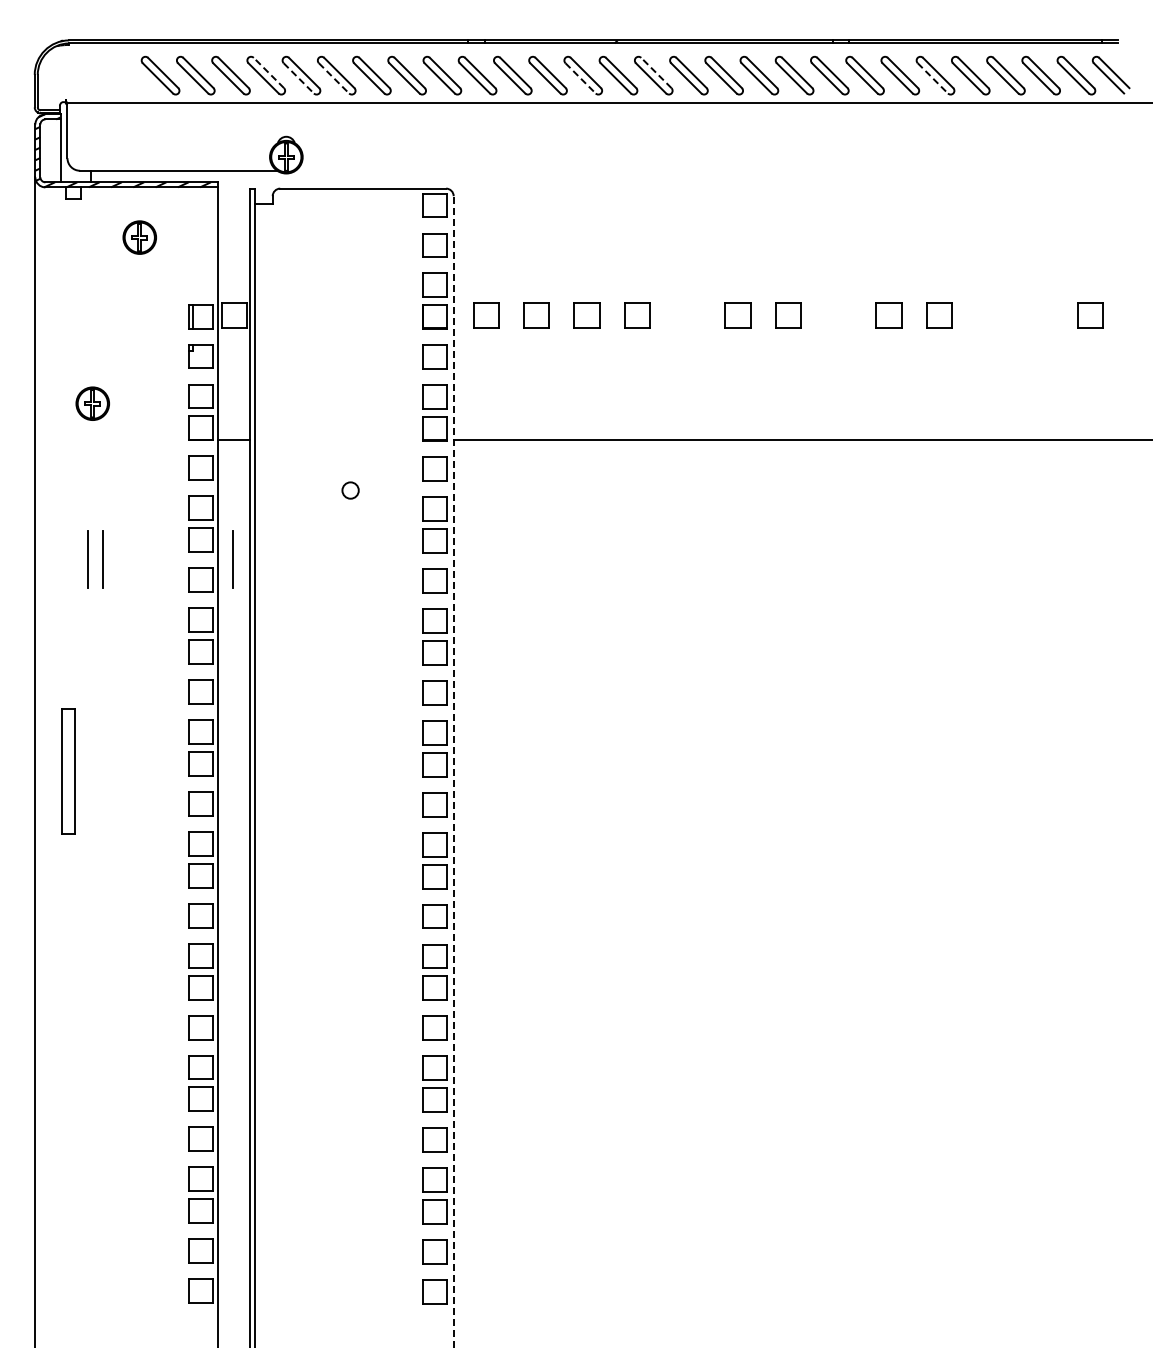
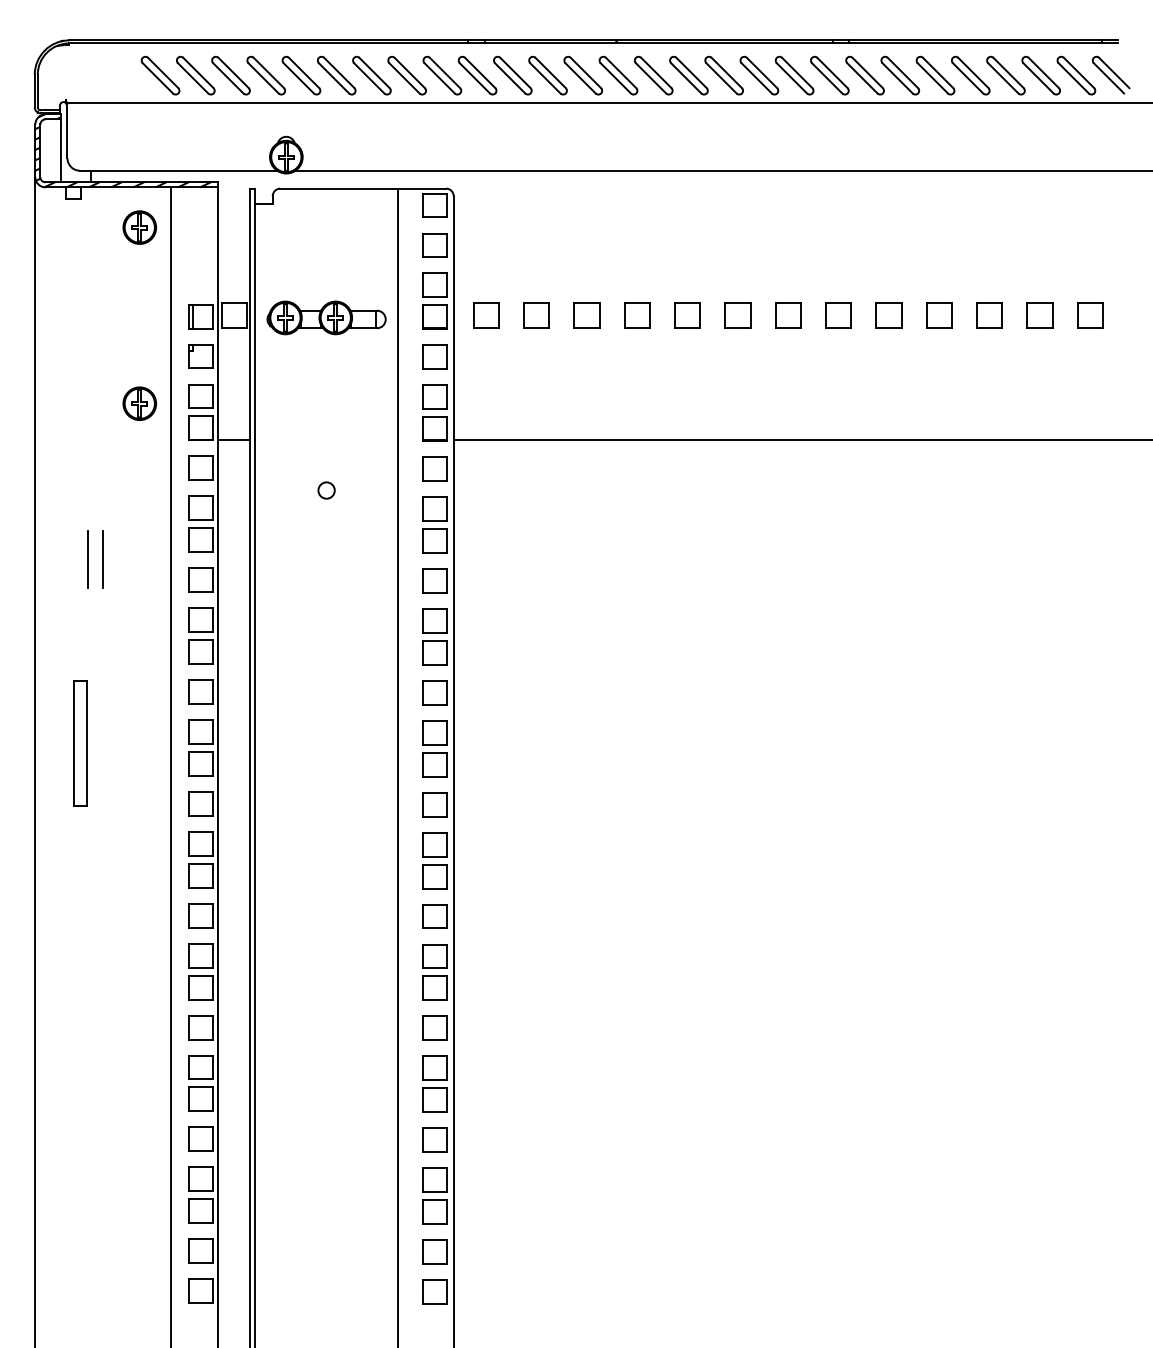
line at (268, 72): dashed -> solid
line at (656, 72): dashed -> solid
line at (299, 78): dashed -> solid
line at (334, 78): dashed -> solid
line at (580, 78): dashed -> solid
line at (933, 78): dashed -> solid
line at (722, 170): none -> present
part at (139, 237) position: (139, 237) -> (139, 227)
part at (687, 315): none -> present
part at (838, 315): none -> present
part at (989, 315): none -> present
part at (1039, 315): none -> present
part at (326, 317): none -> present
part at (92, 403) position: (92, 403) -> (139, 403)
circle at (350, 490) position: (350, 490) -> (326, 490)
line at (232, 559): present -> none
line at (171, 765): none -> present
line at (398, 766): none -> present
part at (68, 771) position: (68, 771) -> (80, 743)
line at (453, 771): dashed -> solid
